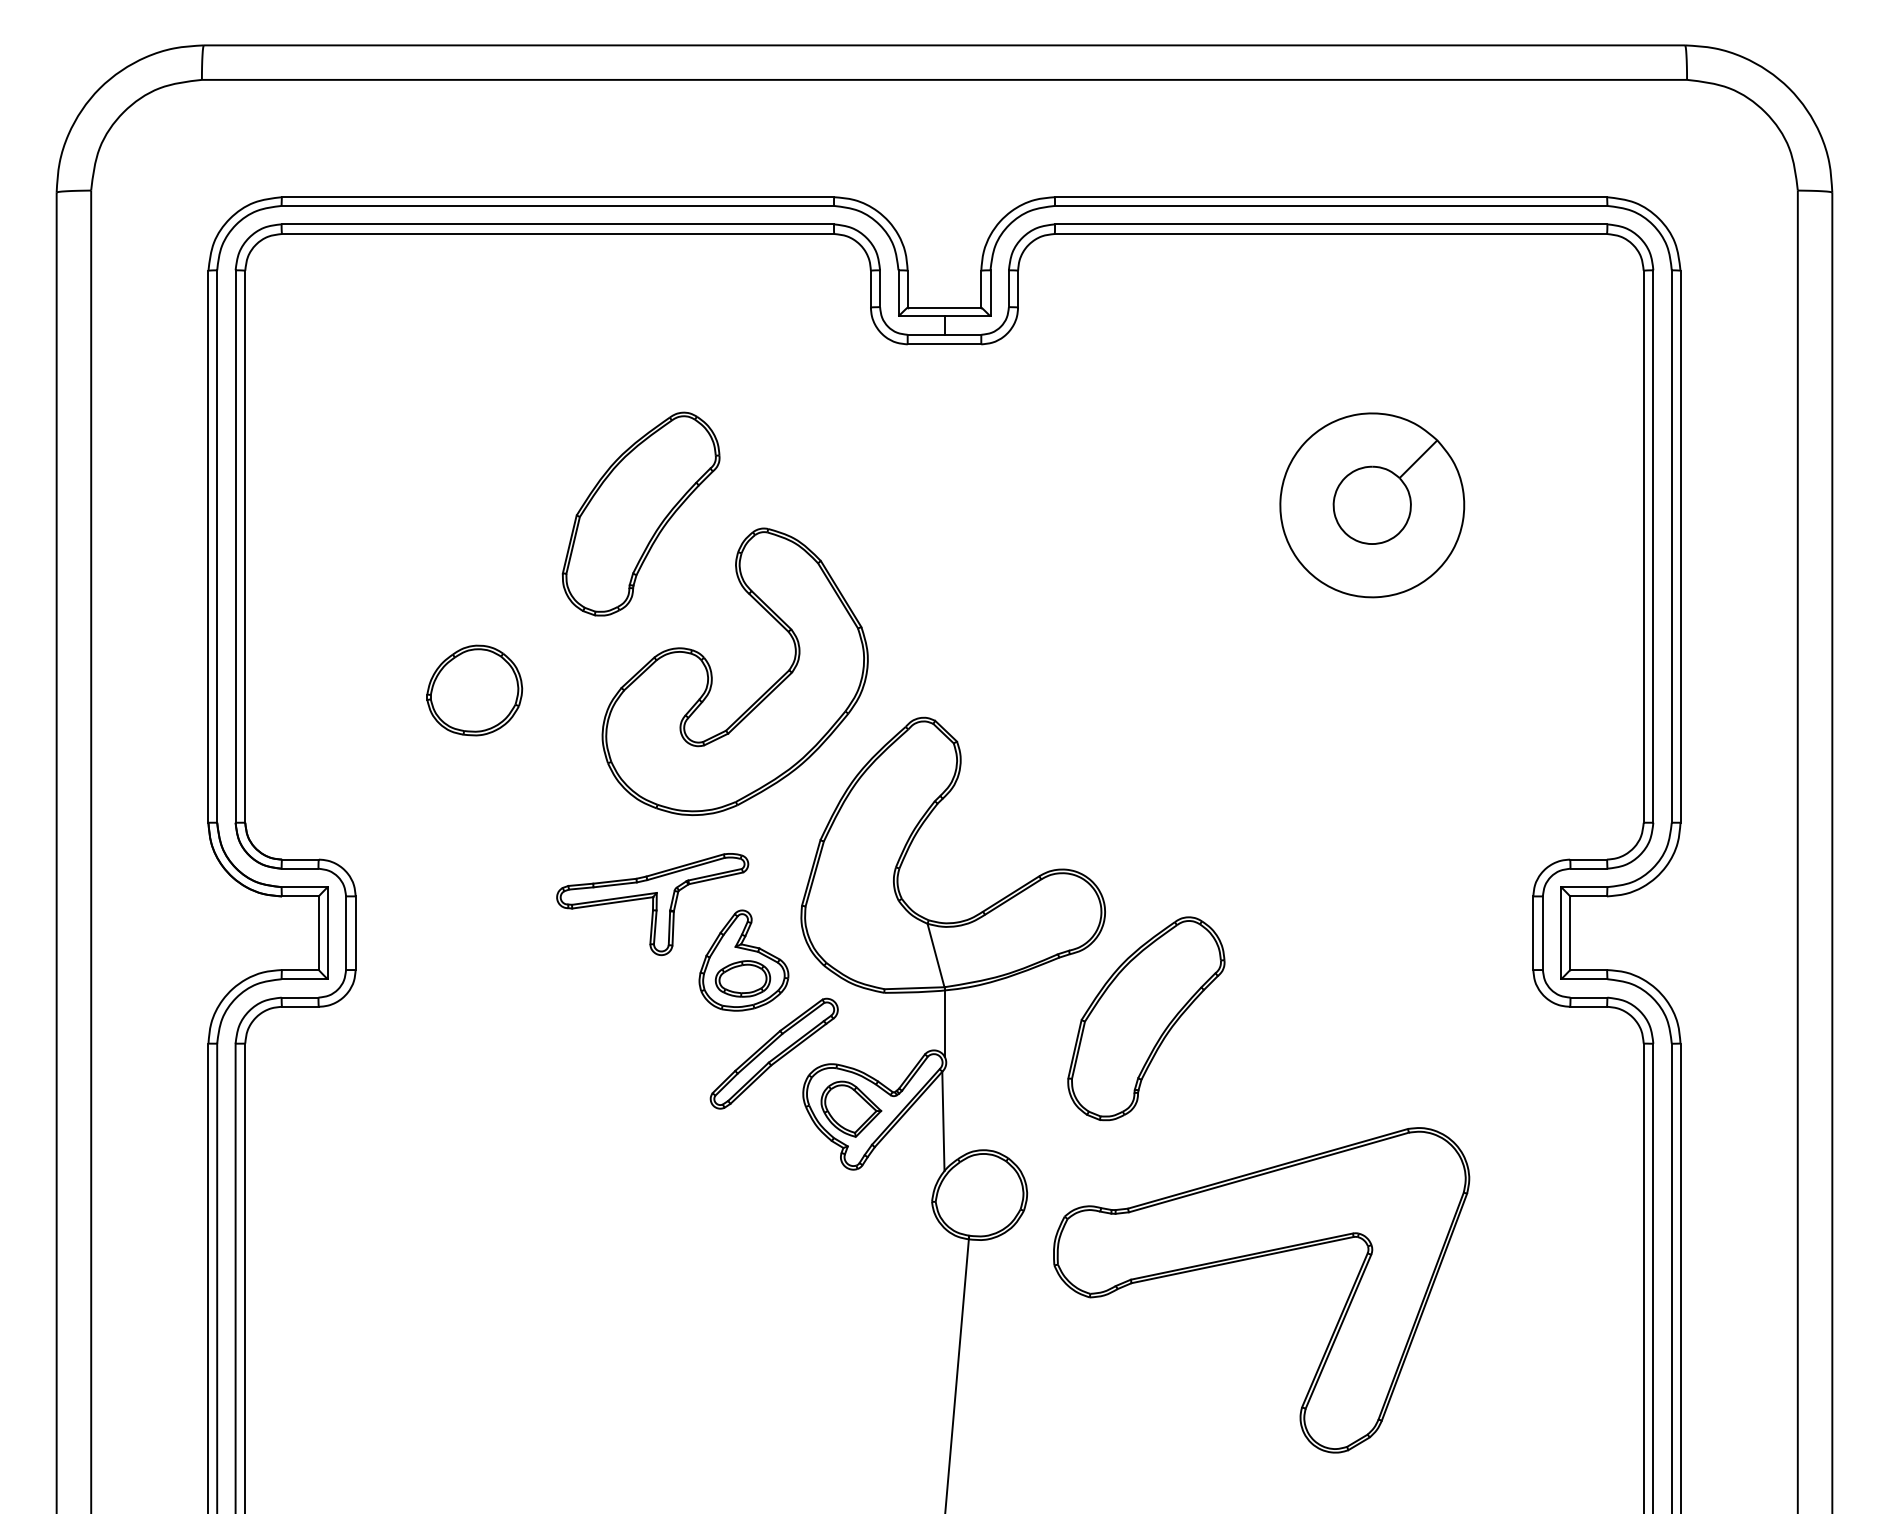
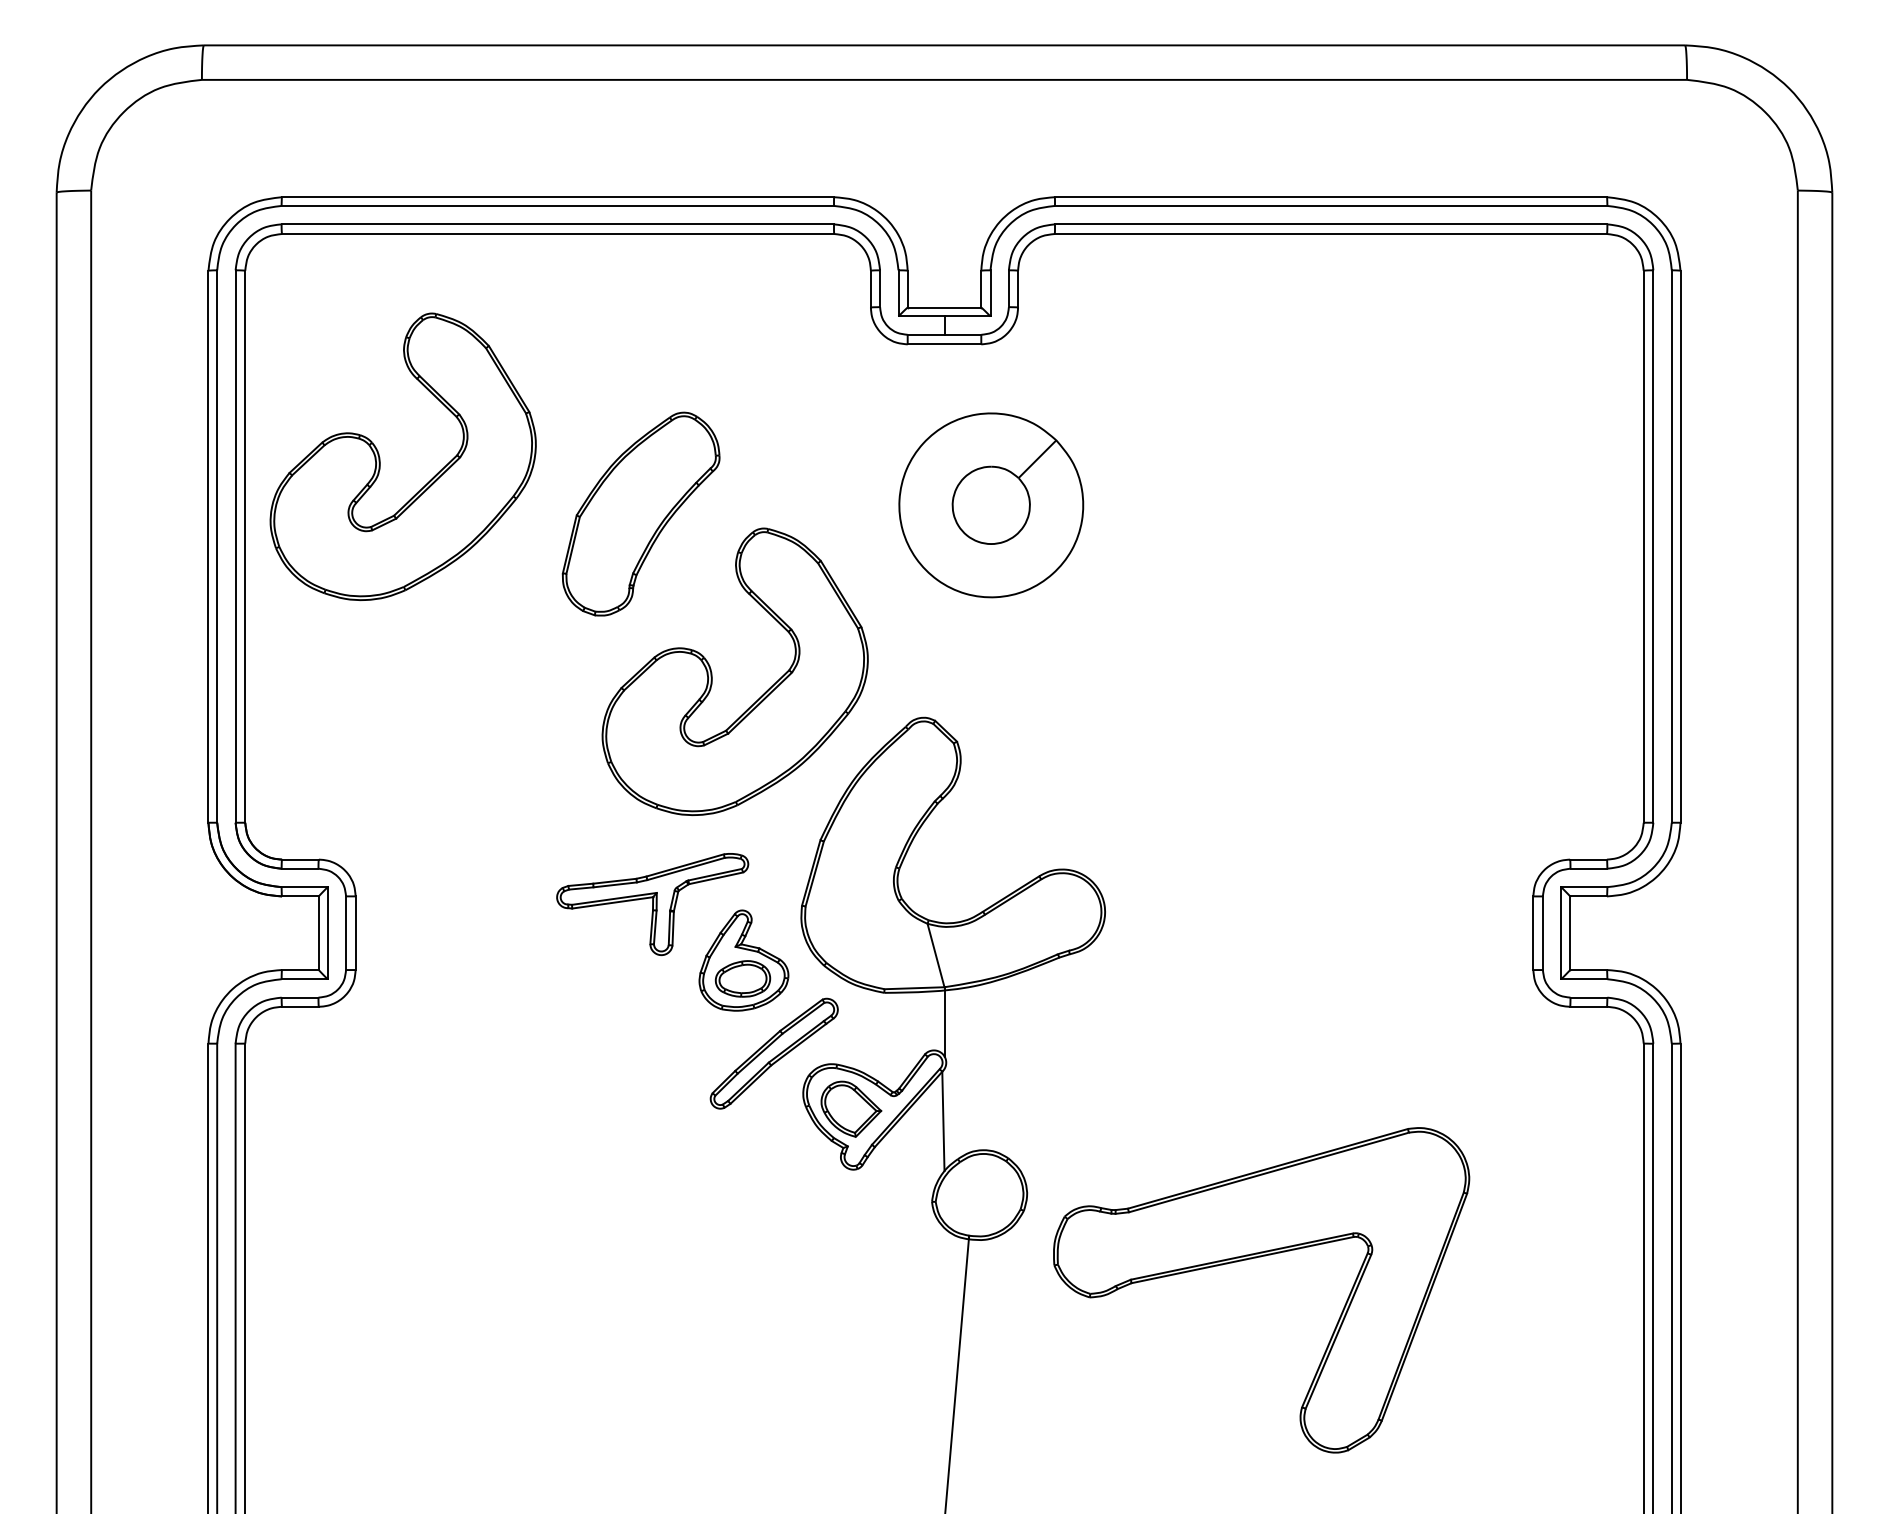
part at (380, 457): none -> present
part at (1372, 505) position: (1372, 505) -> (991, 505)
part at (474, 690): present -> none
part at (1146, 1018): present -> none
